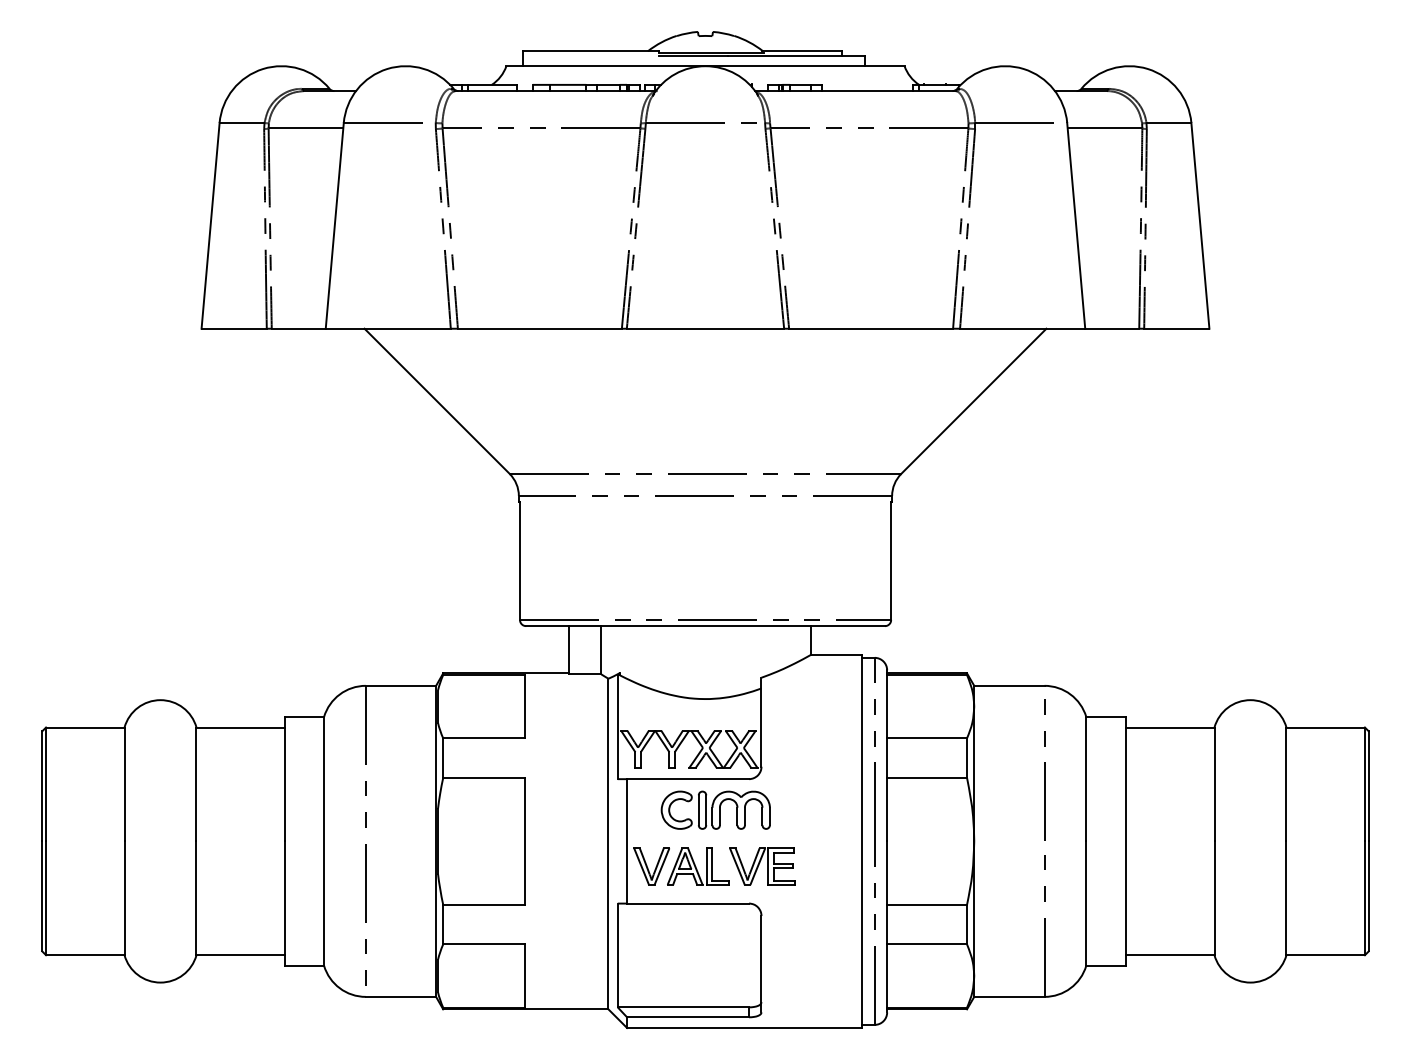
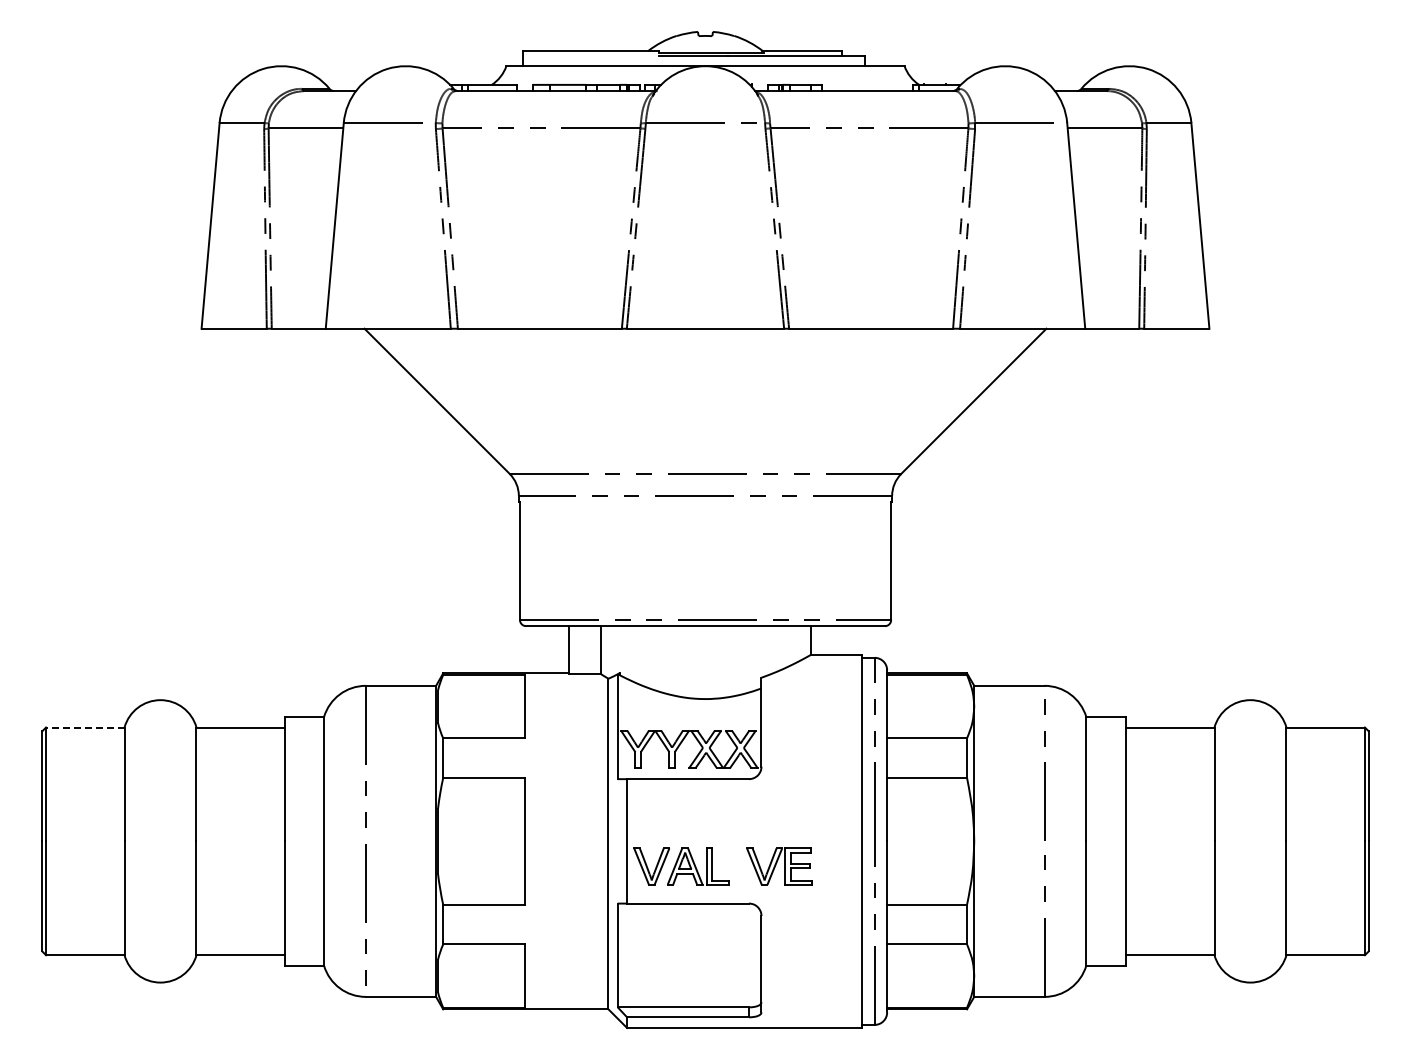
line at (84, 727): solid -> dashed
part at (715, 809): present -> none
part at (762, 866) position: (762, 866) -> (779, 866)
